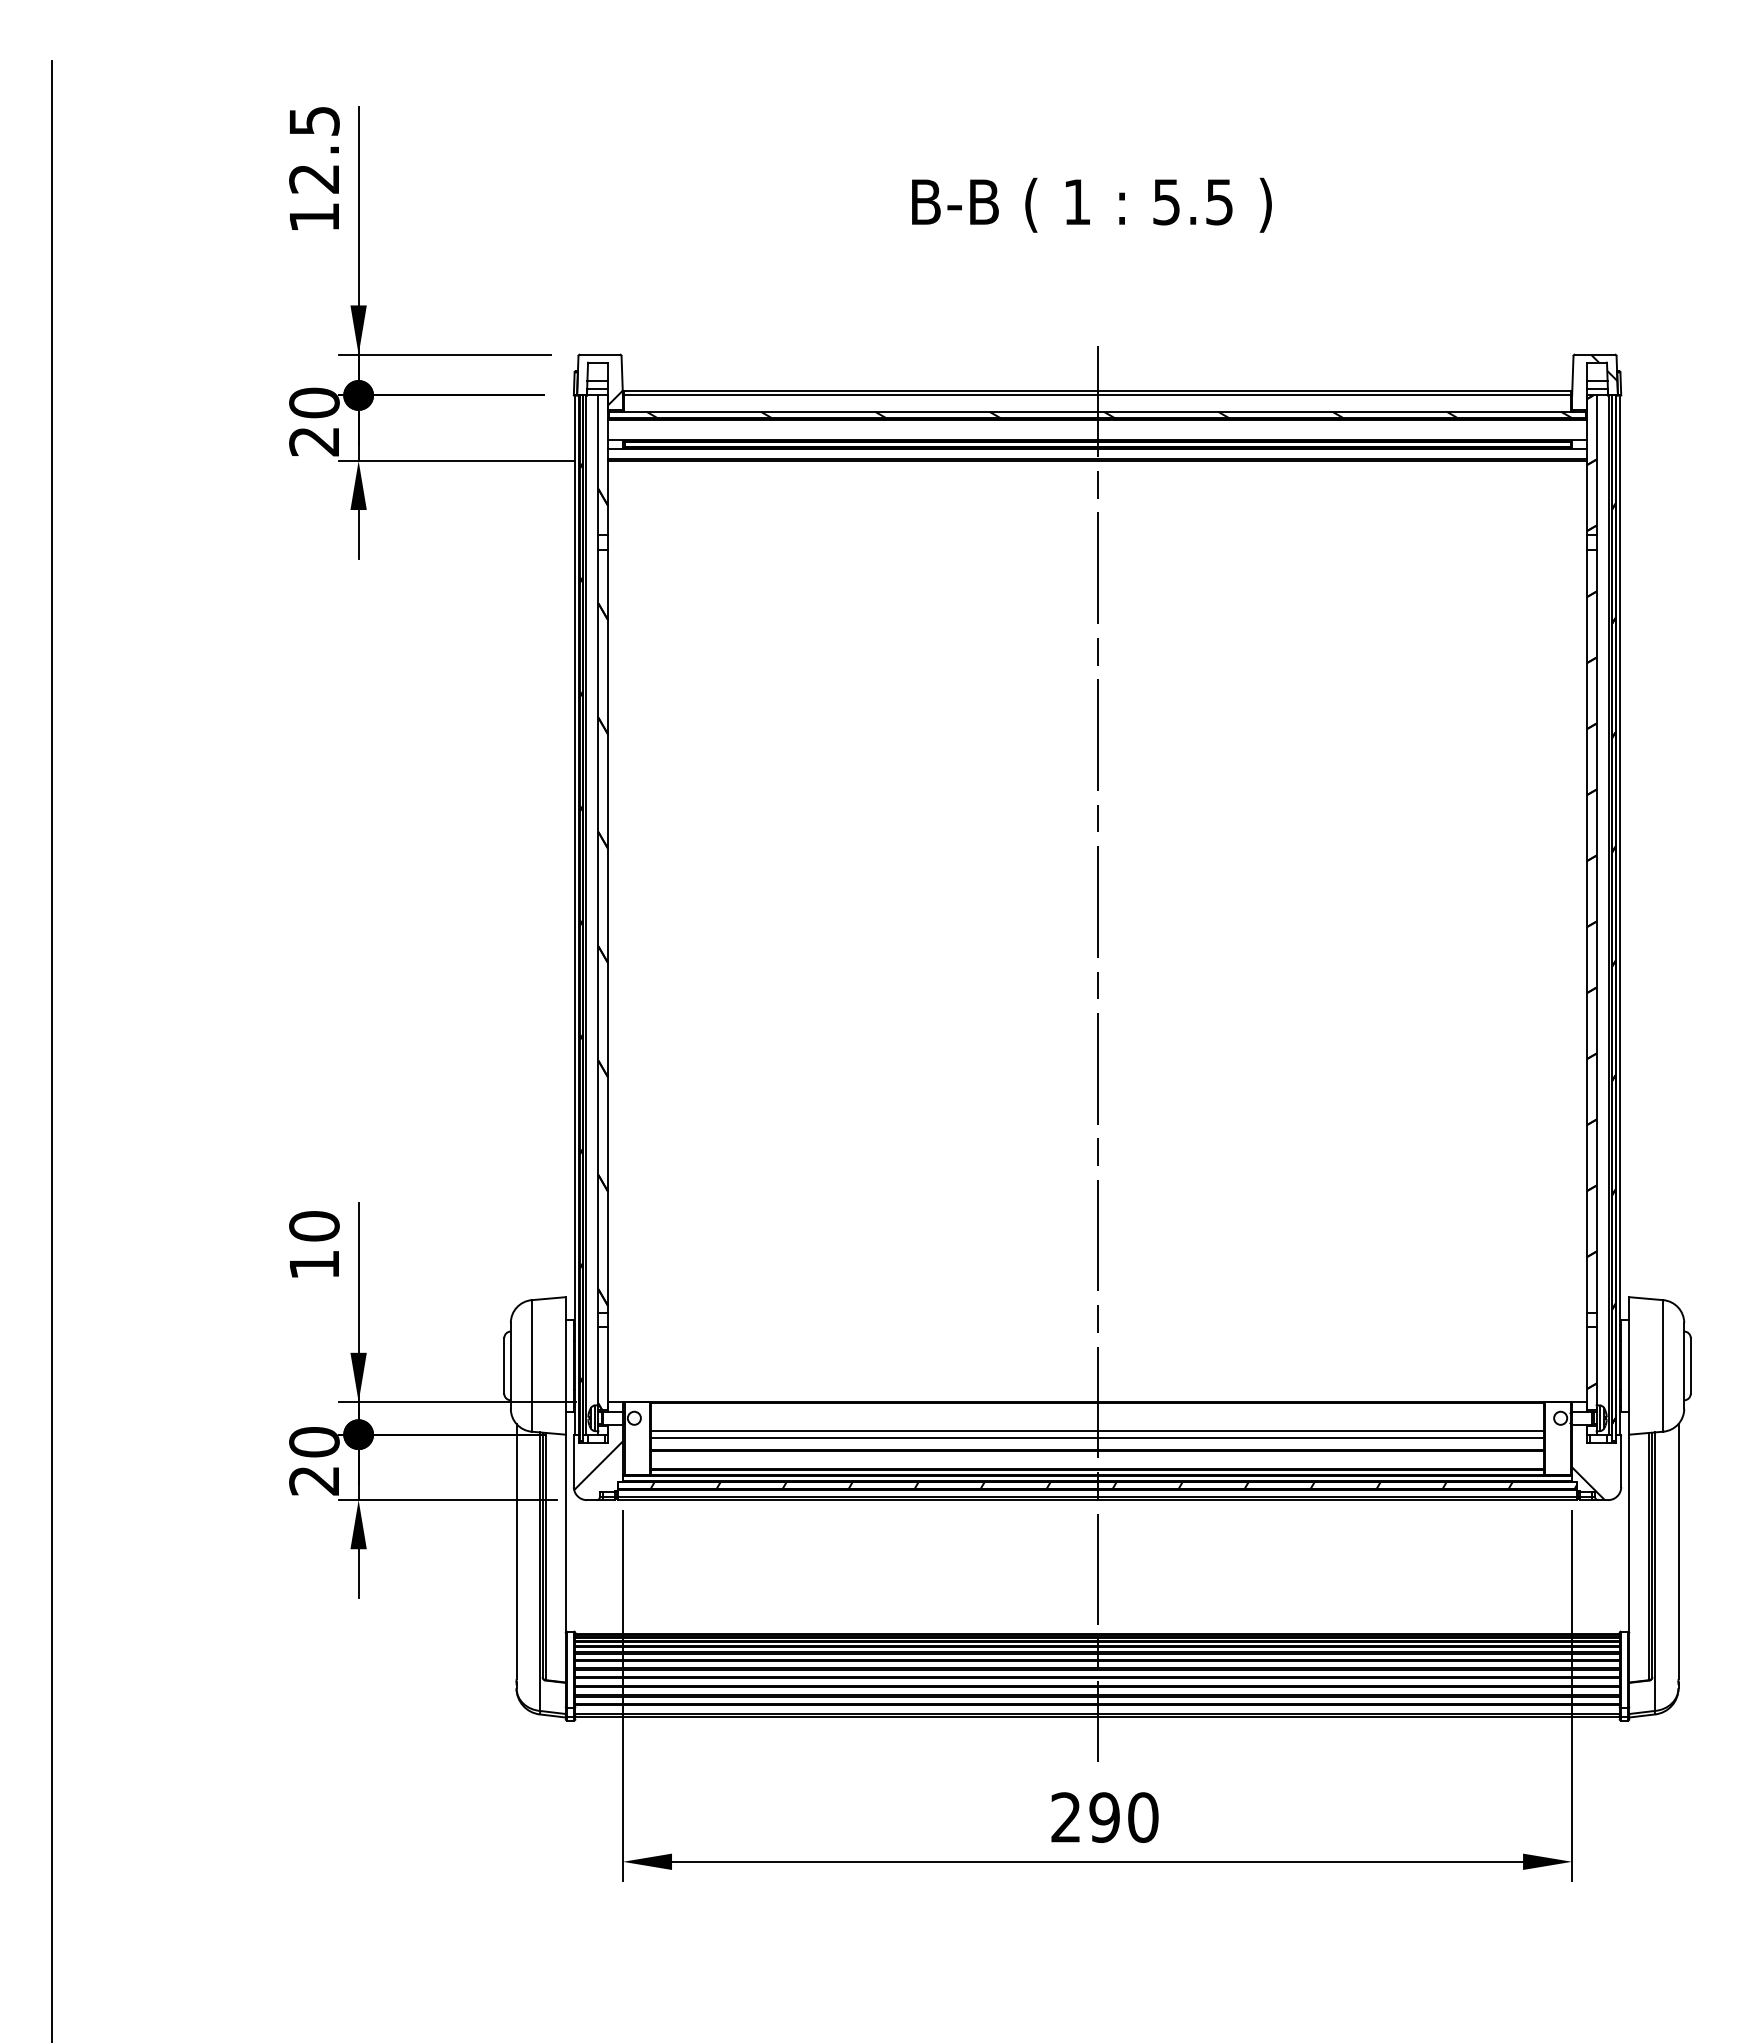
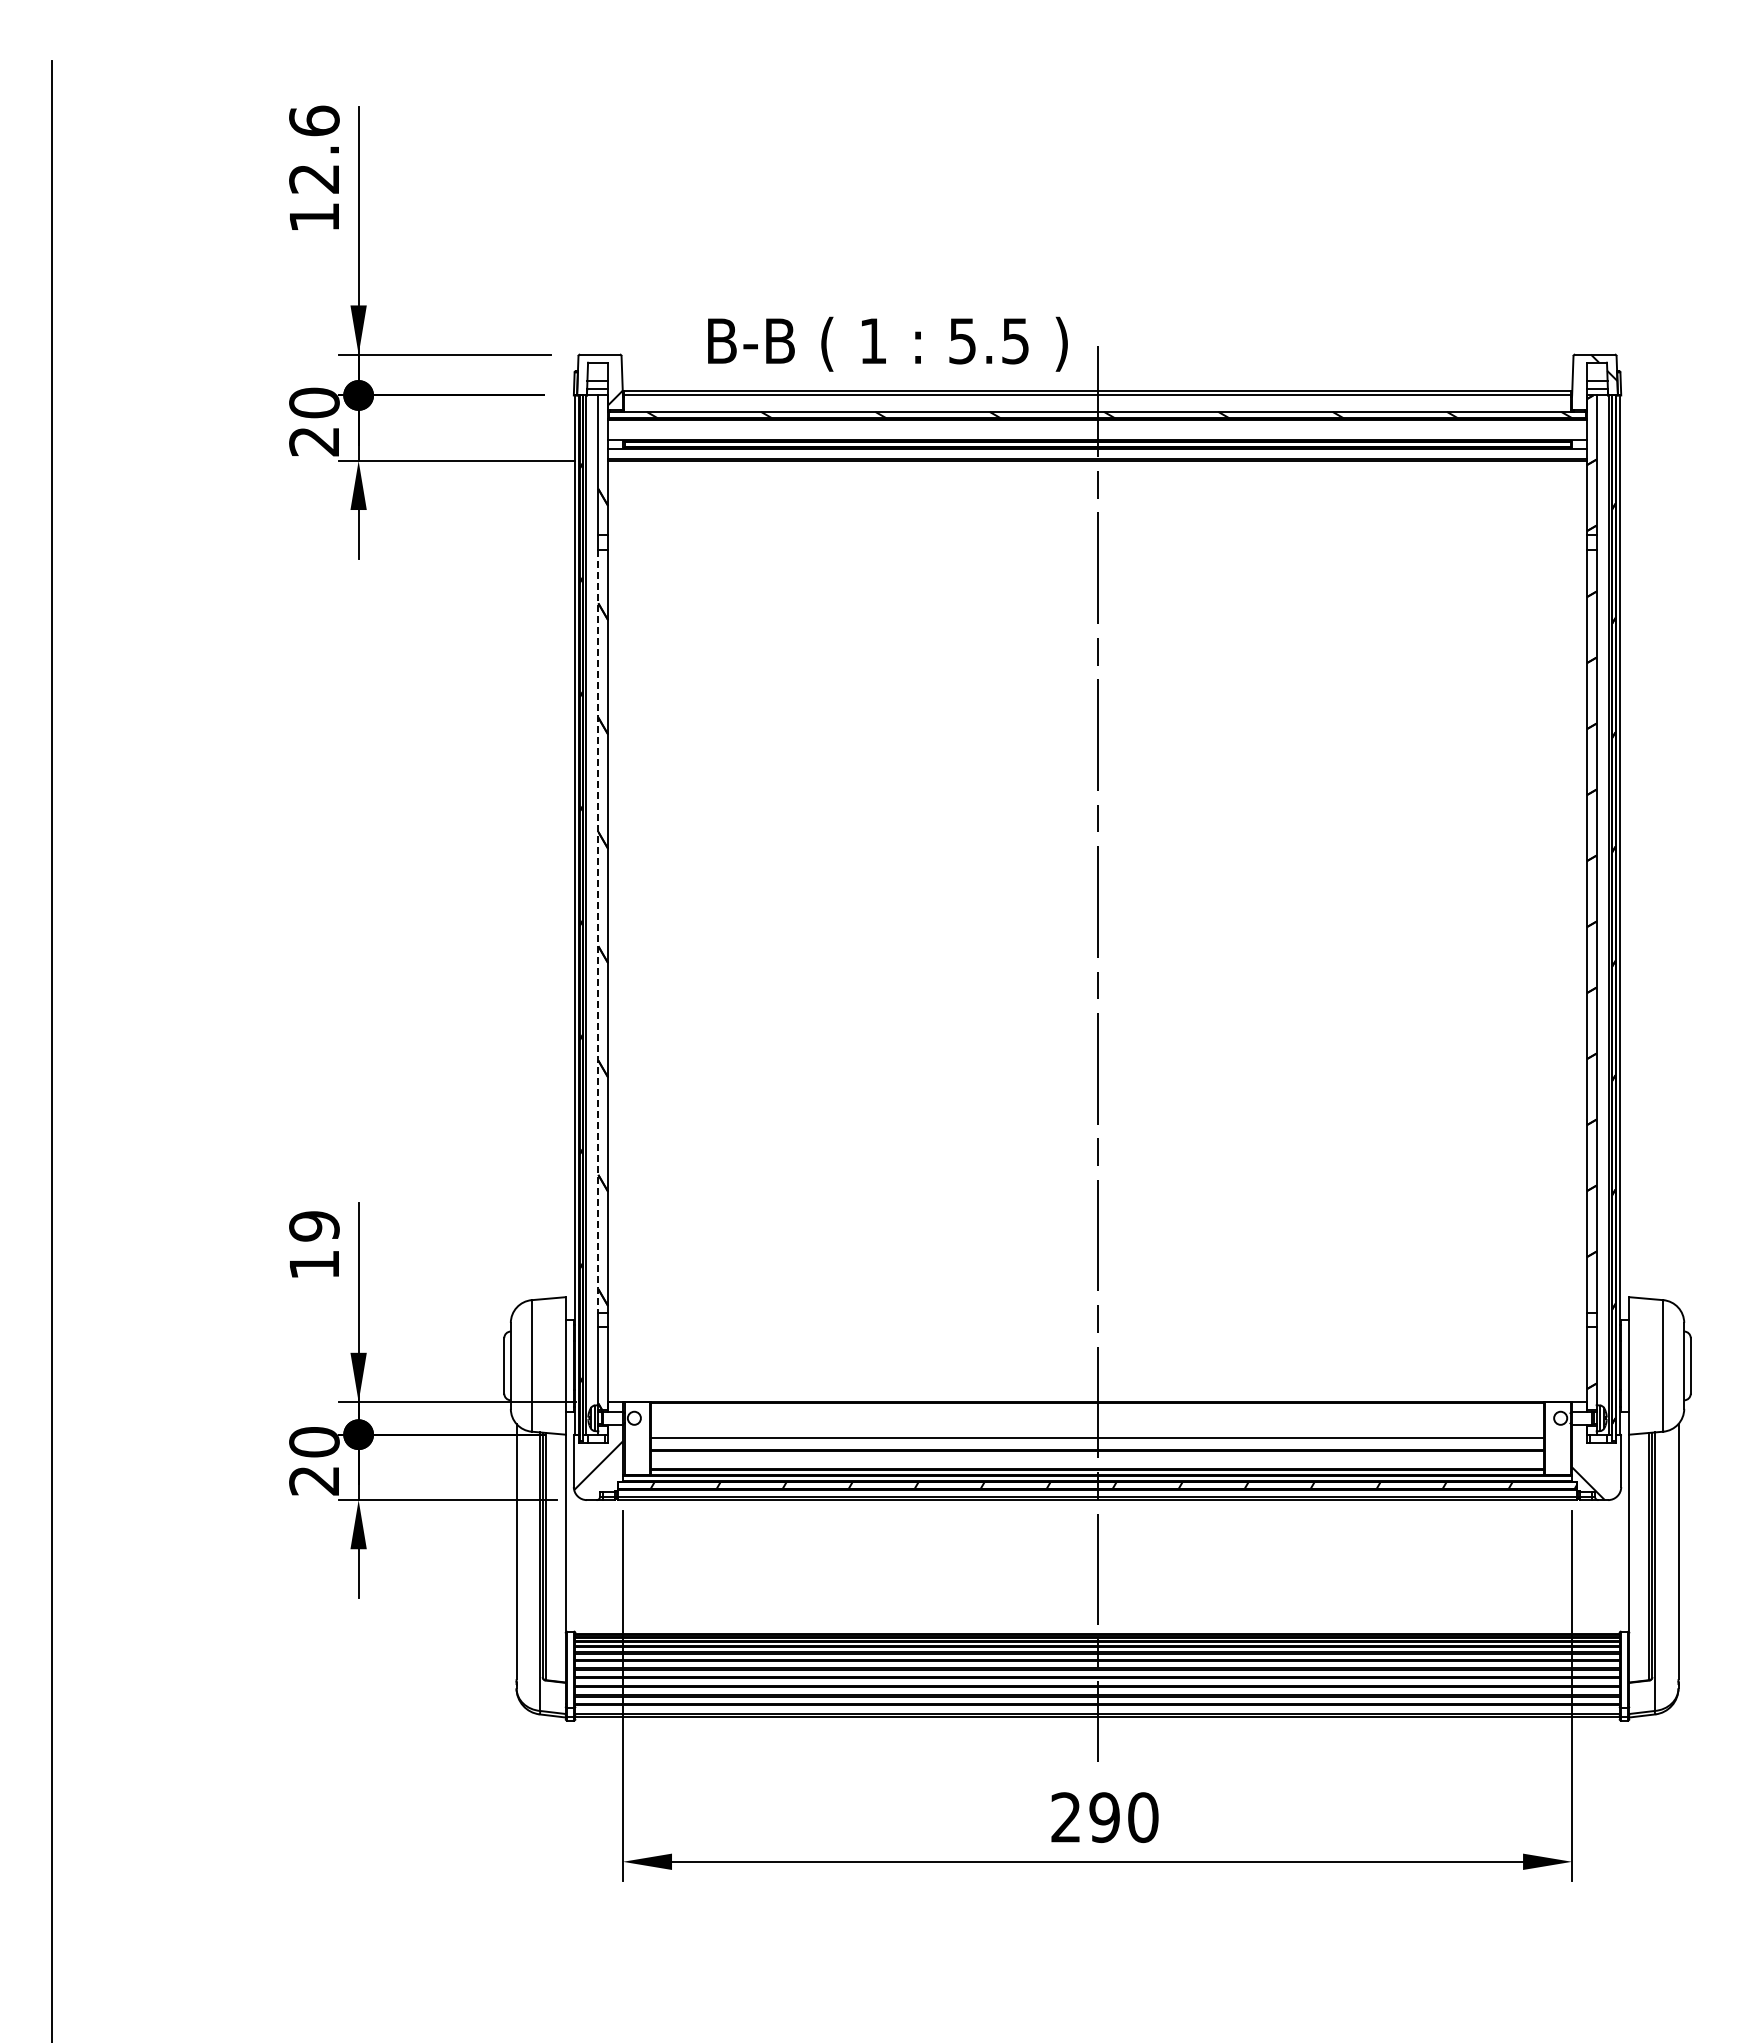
text at (314, 120): 12.5 -> 12.6
text at (1091, 204) position: (1091, 204) -> (887, 343)
line at (598, 931): solid -> dashed
text at (314, 1226): 10 -> 19
line at (1097, 1431): present -> none
